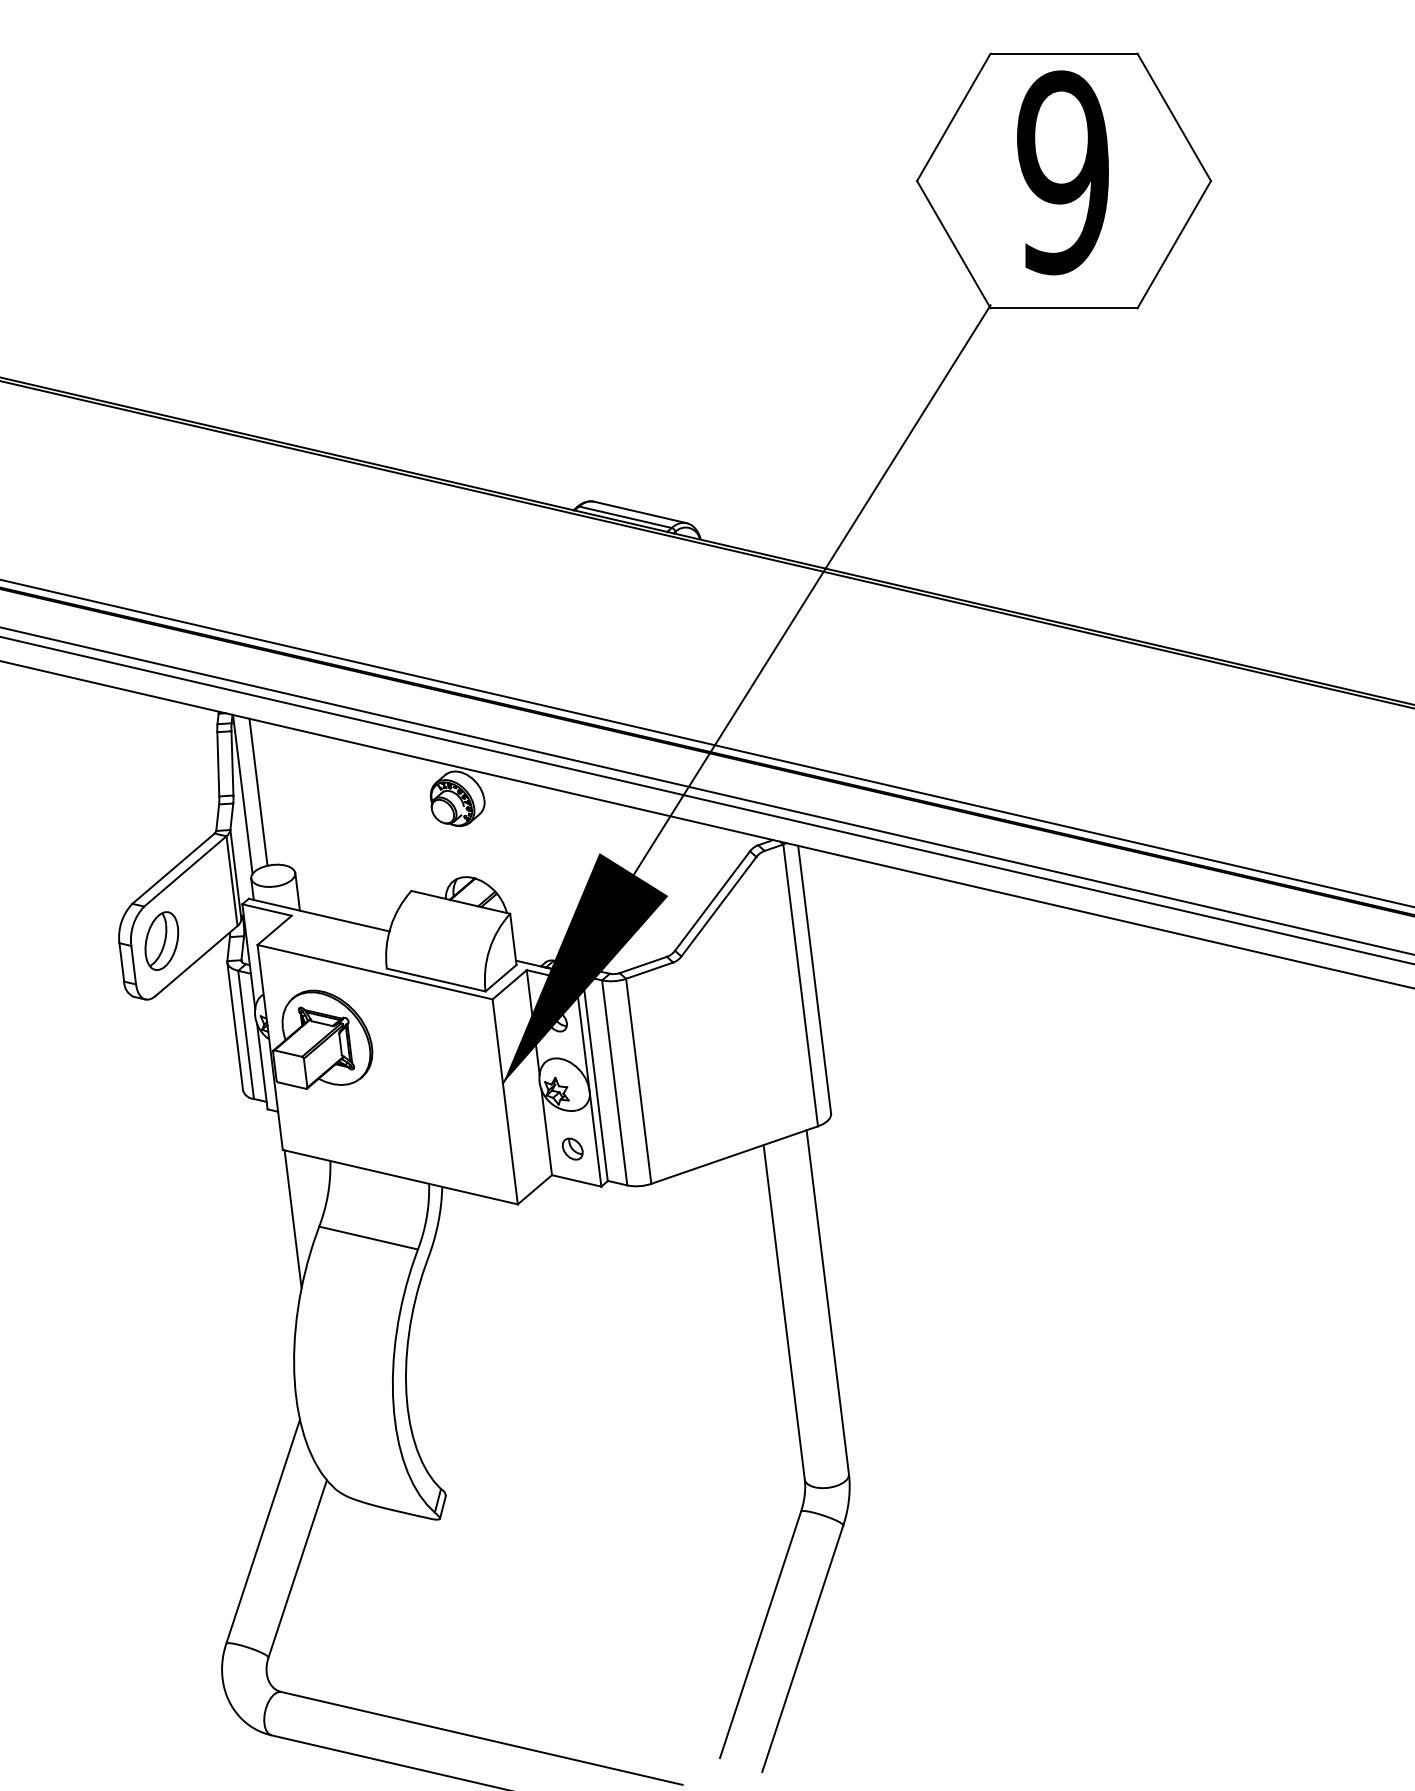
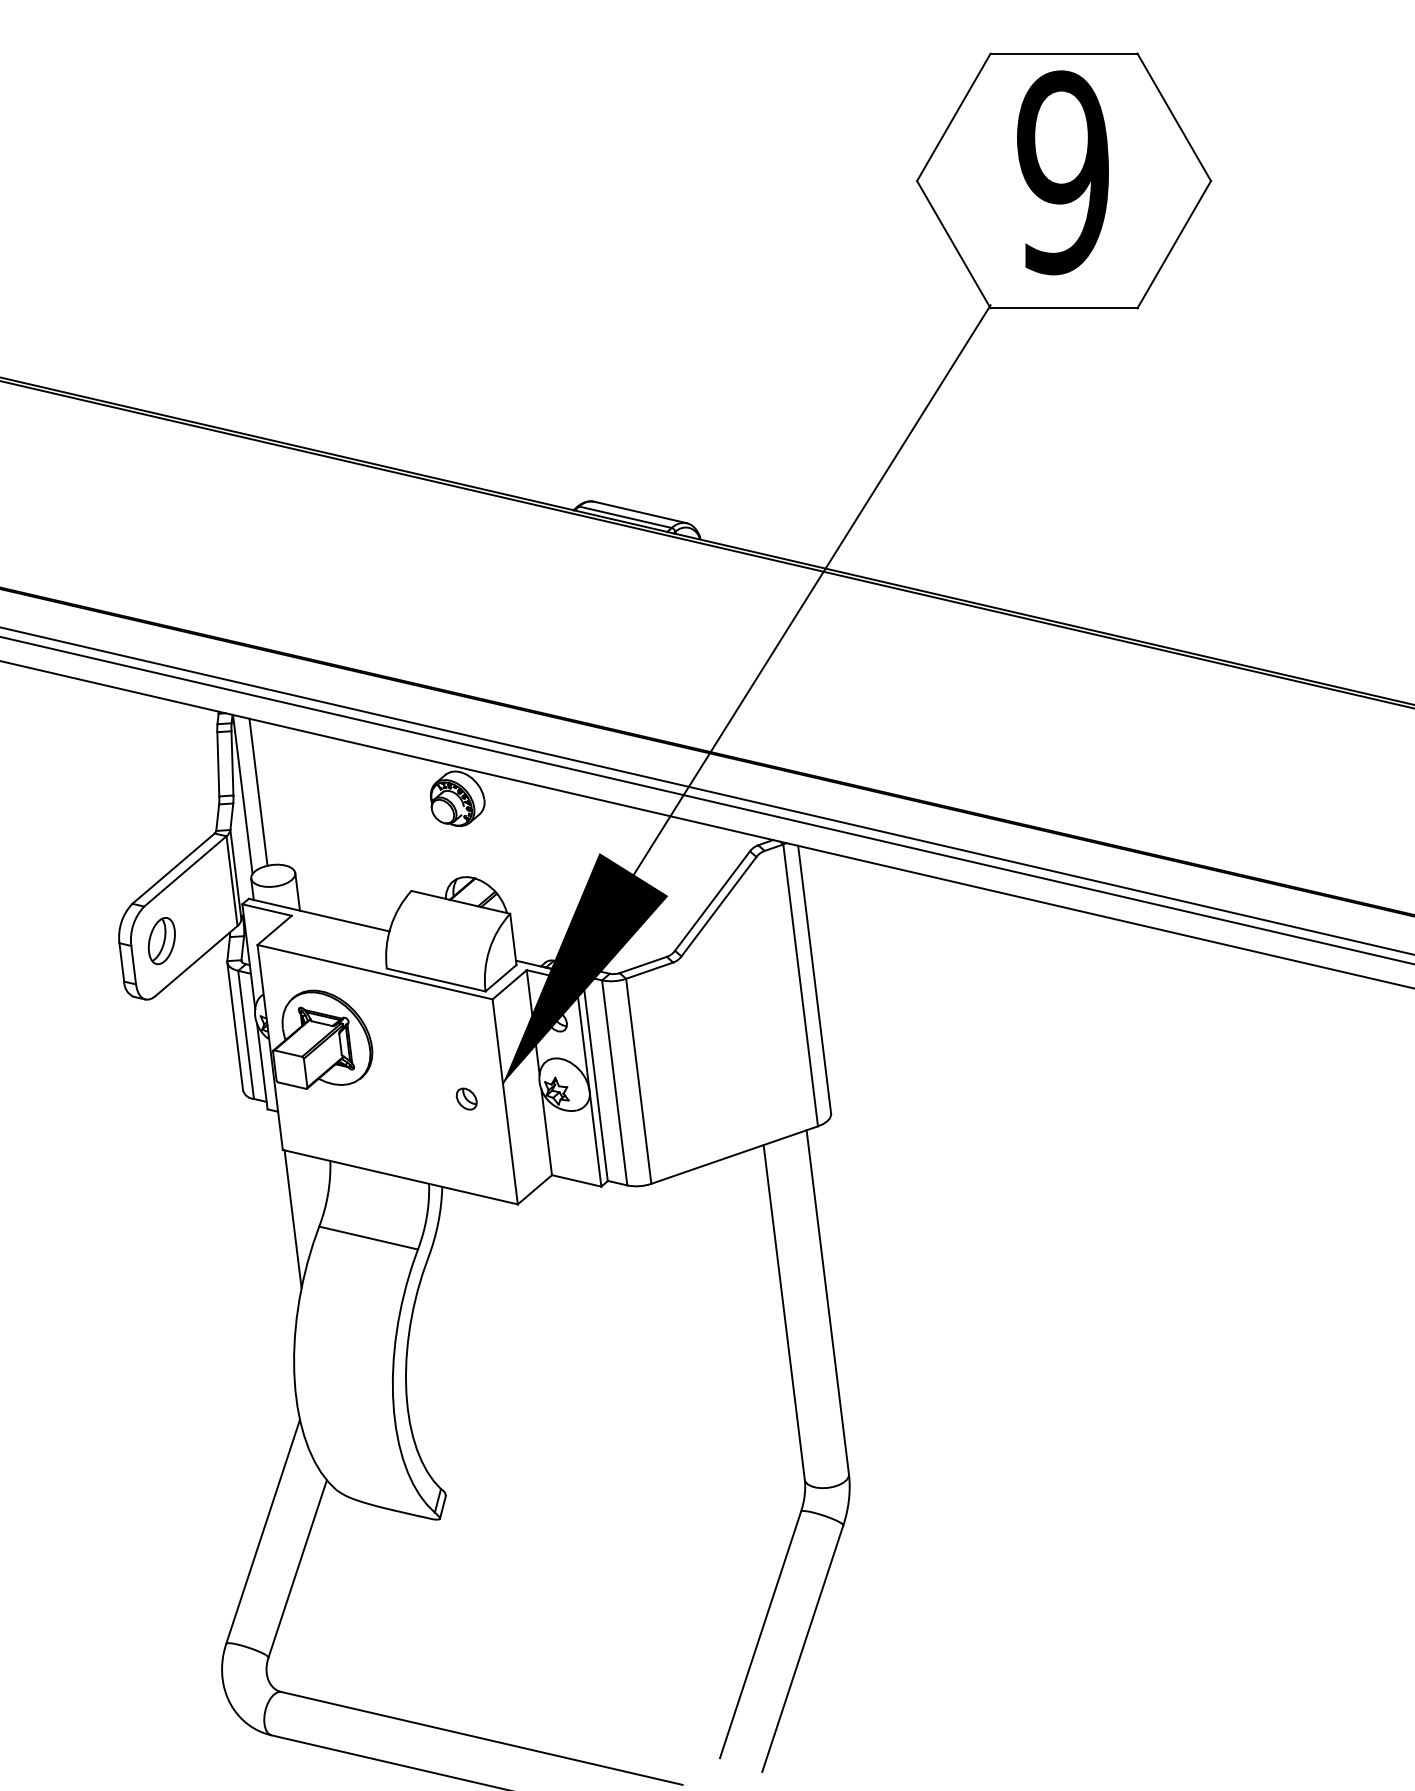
line at (706, 743): present -> none
part at (161, 940) size: 36x60 px -> 29x49 px
part at (572, 1148) position: (572, 1148) -> (466, 1098)
